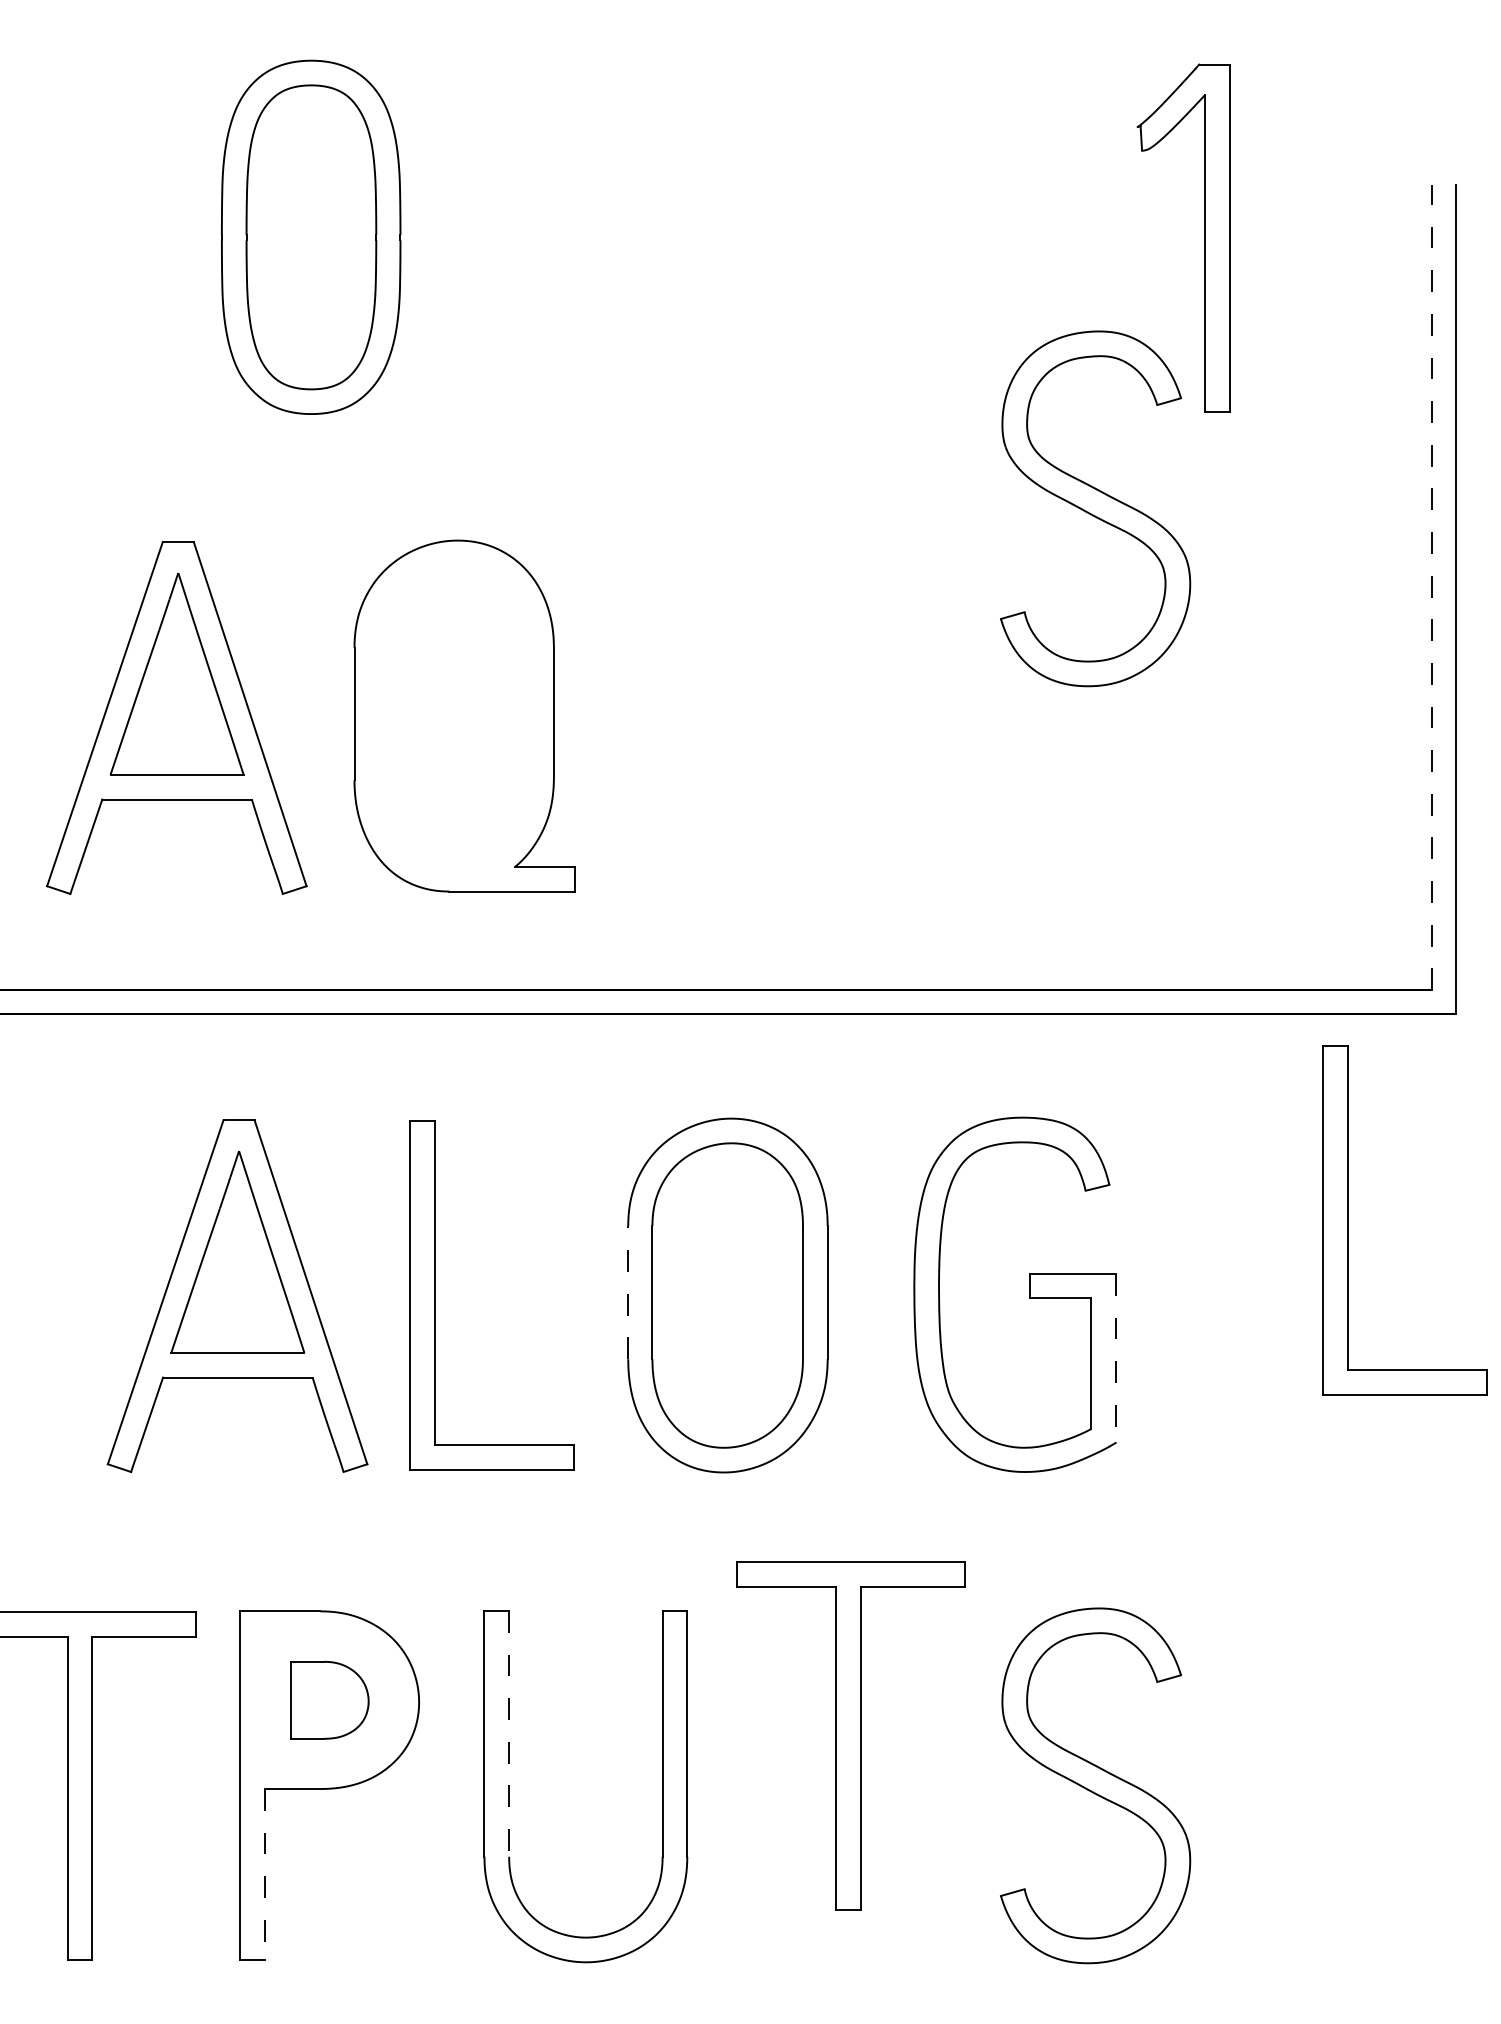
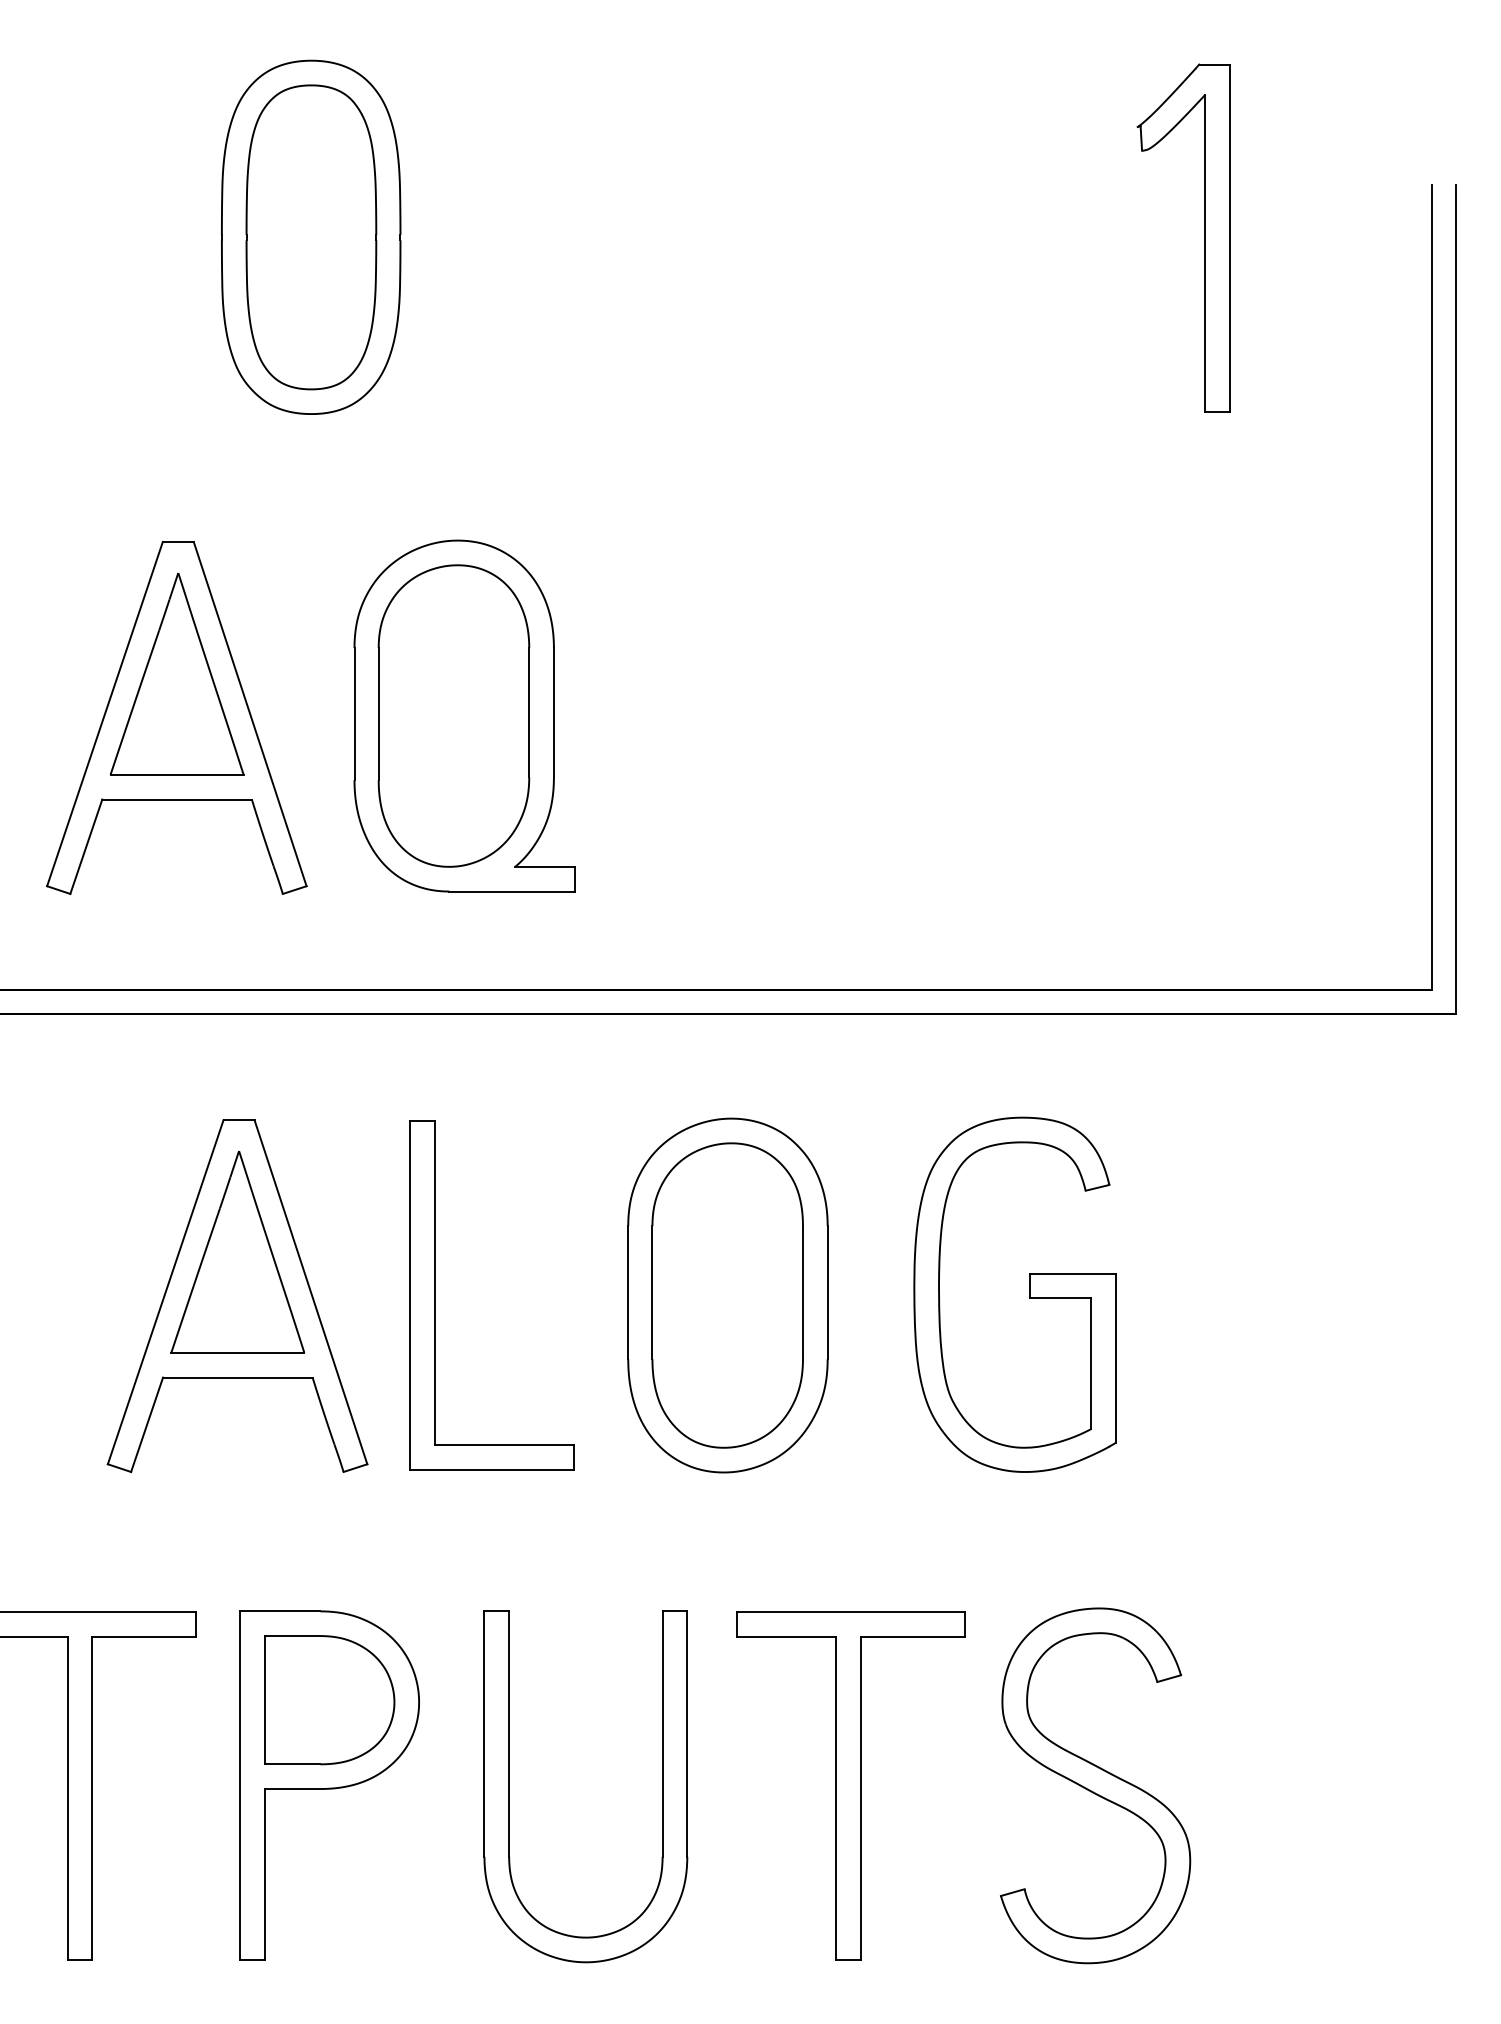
part at (1095, 508): present -> none
line at (1431, 587): dashed -> solid
part at (453, 715): none -> present
part at (1348, 1220): present -> none
line at (628, 1292): dashed -> solid
line at (1115, 1358): dashed -> solid
part at (329, 1700) size: 80x79 px -> 132x131 px
line at (509, 1733): dashed -> solid
part at (850, 1735) position: (850, 1735) -> (850, 1785)
line at (264, 1874): dashed -> solid
